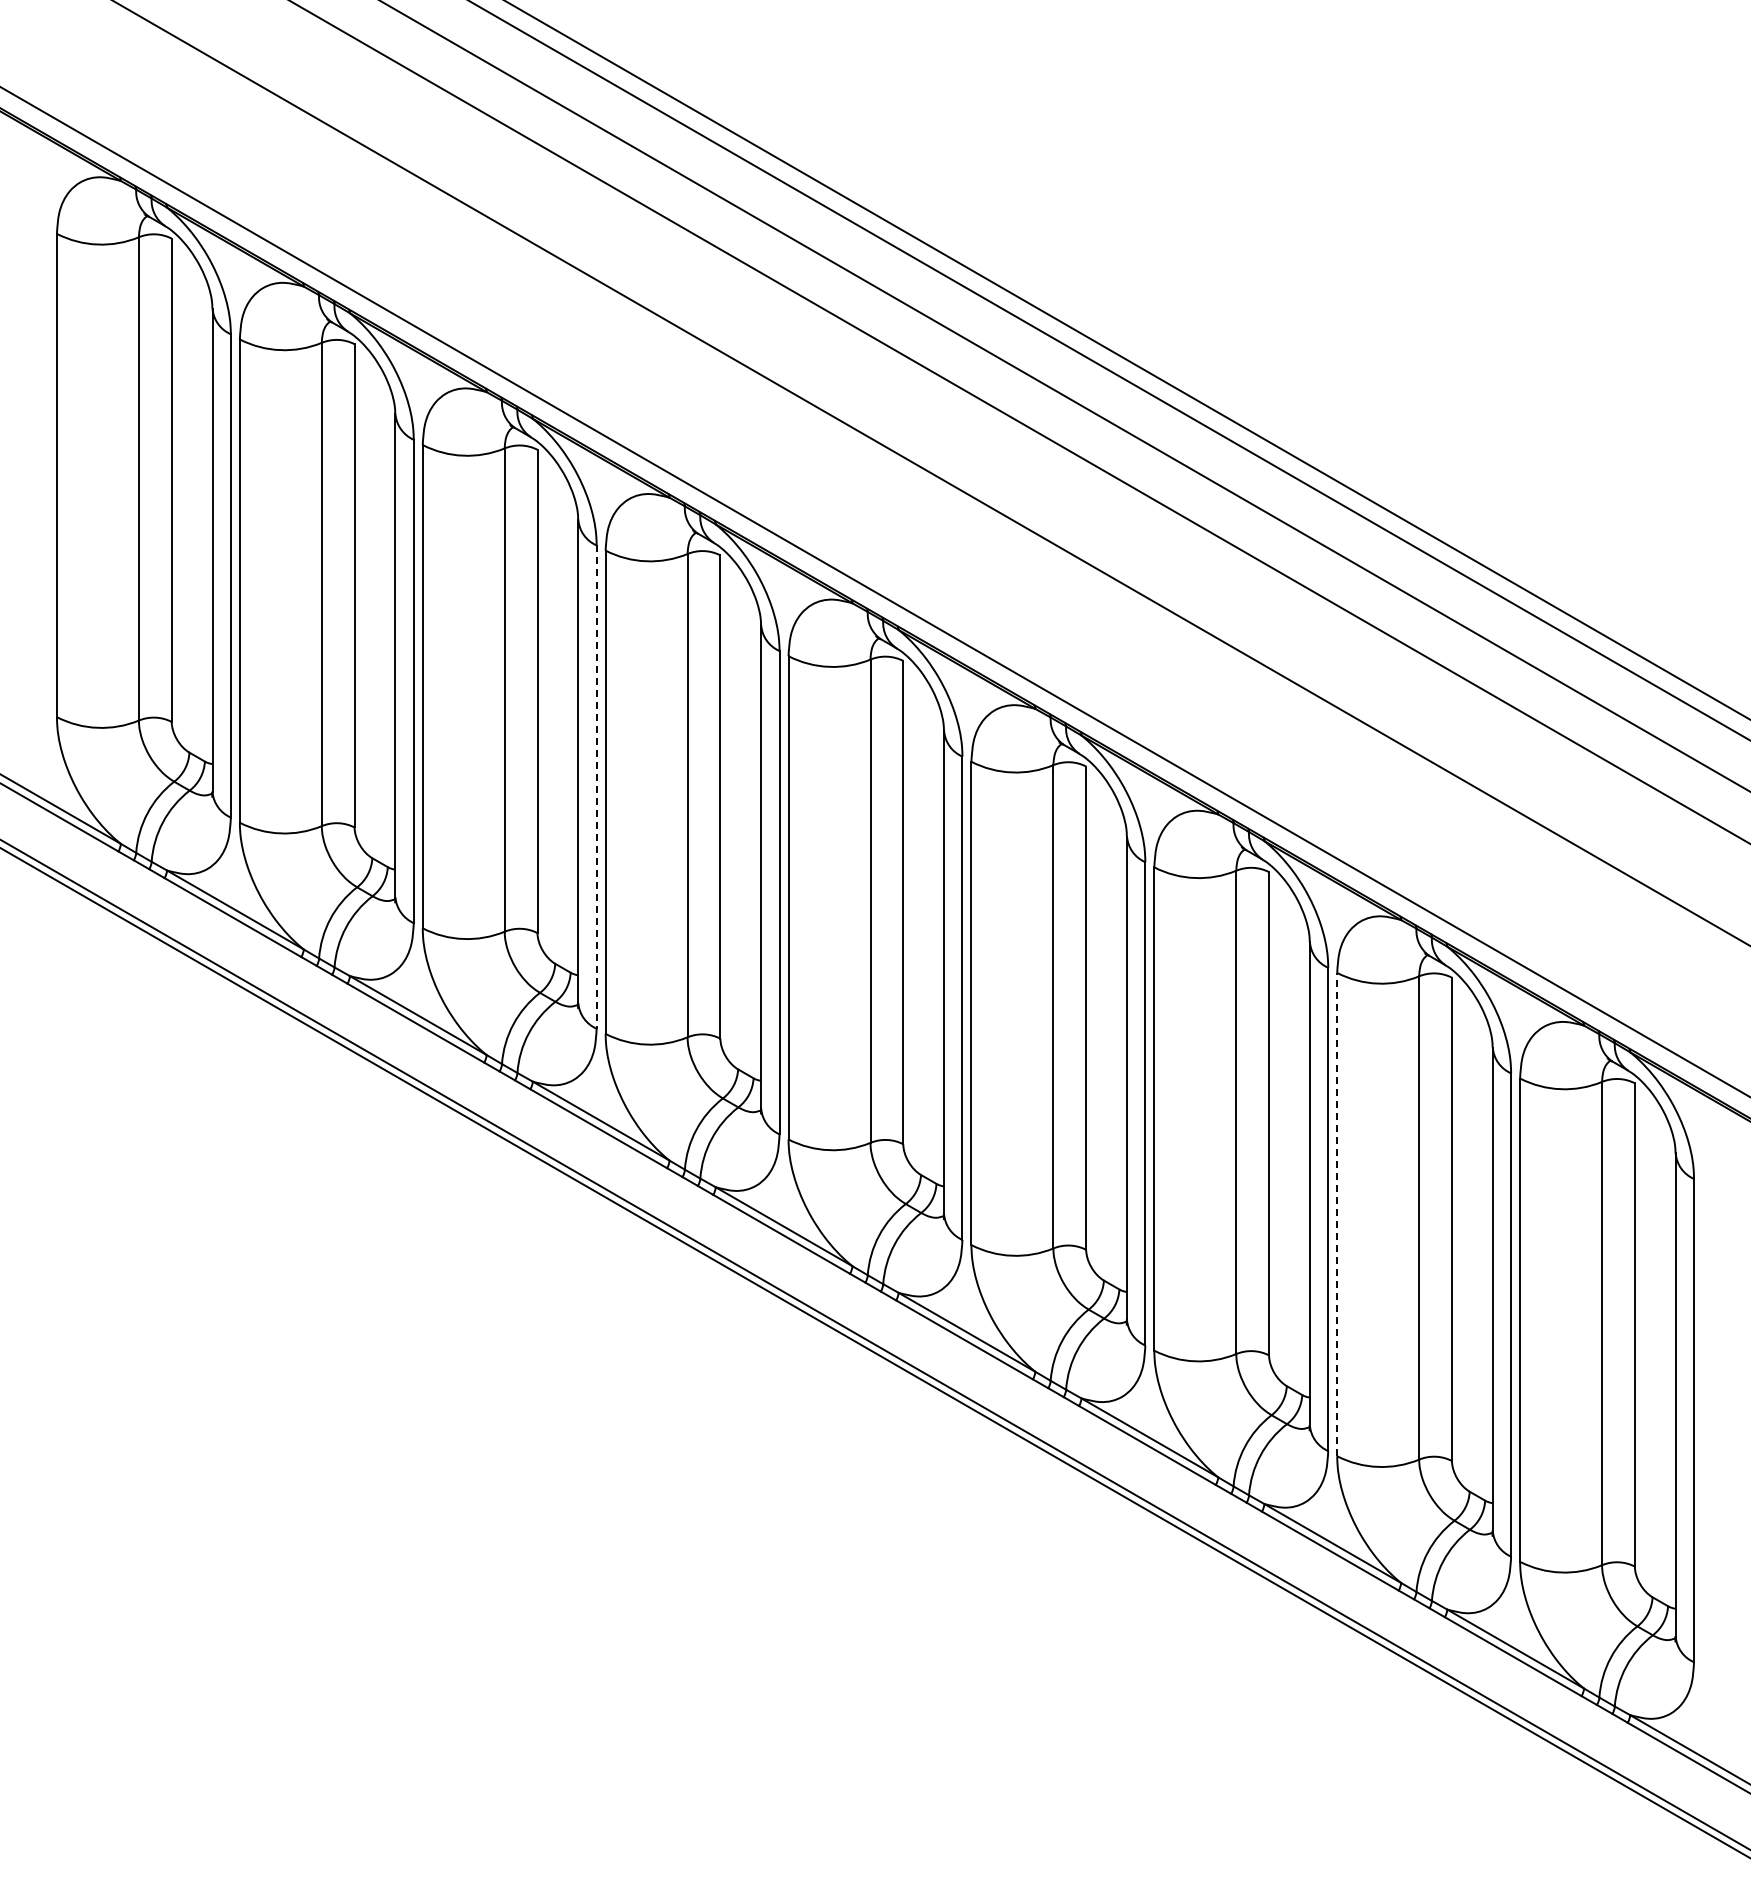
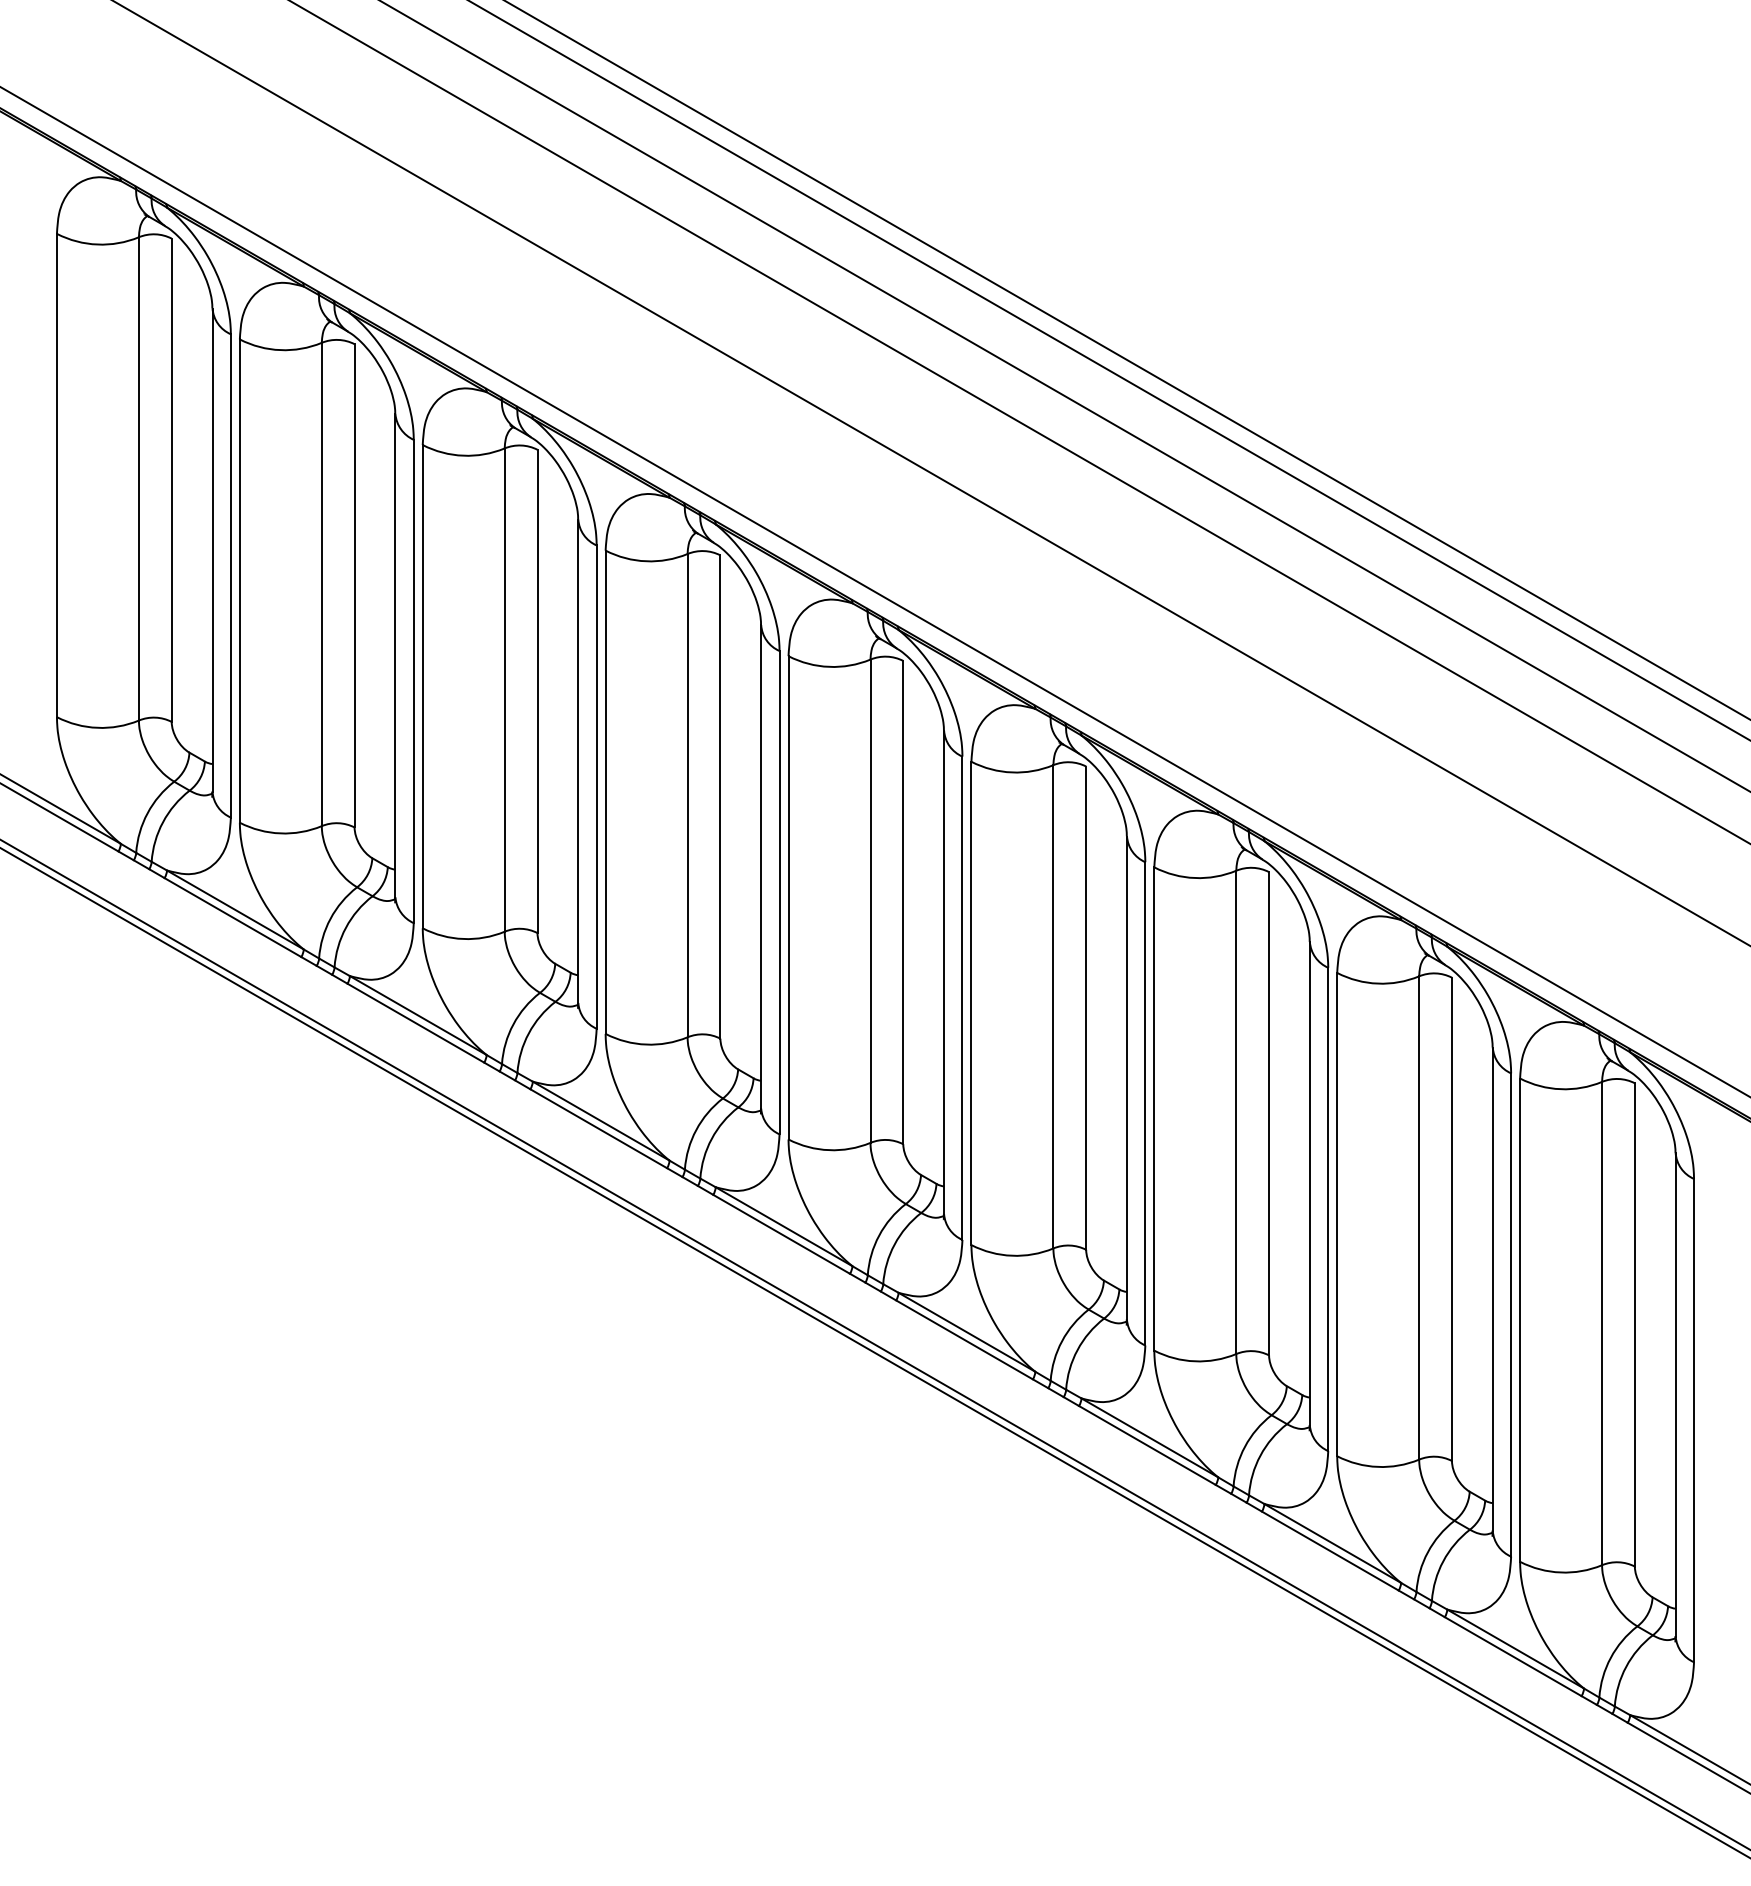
line at (596, 787): dashed -> solid
line at (1337, 1214): dashed -> solid
